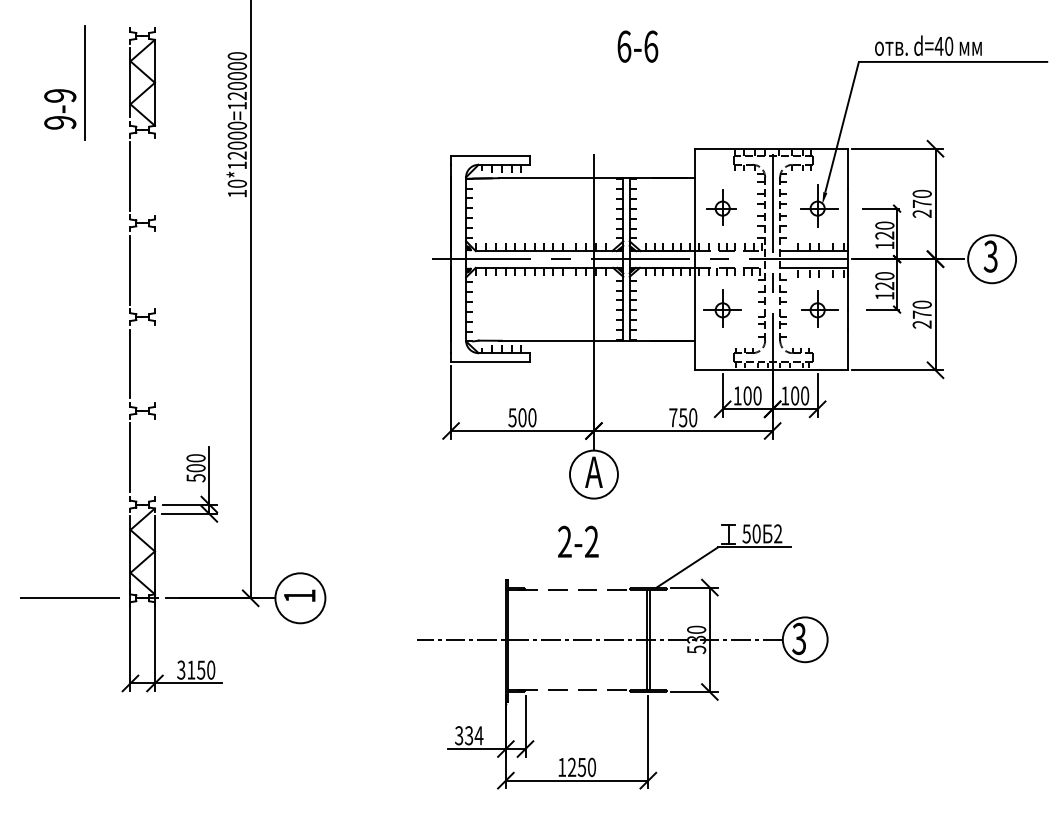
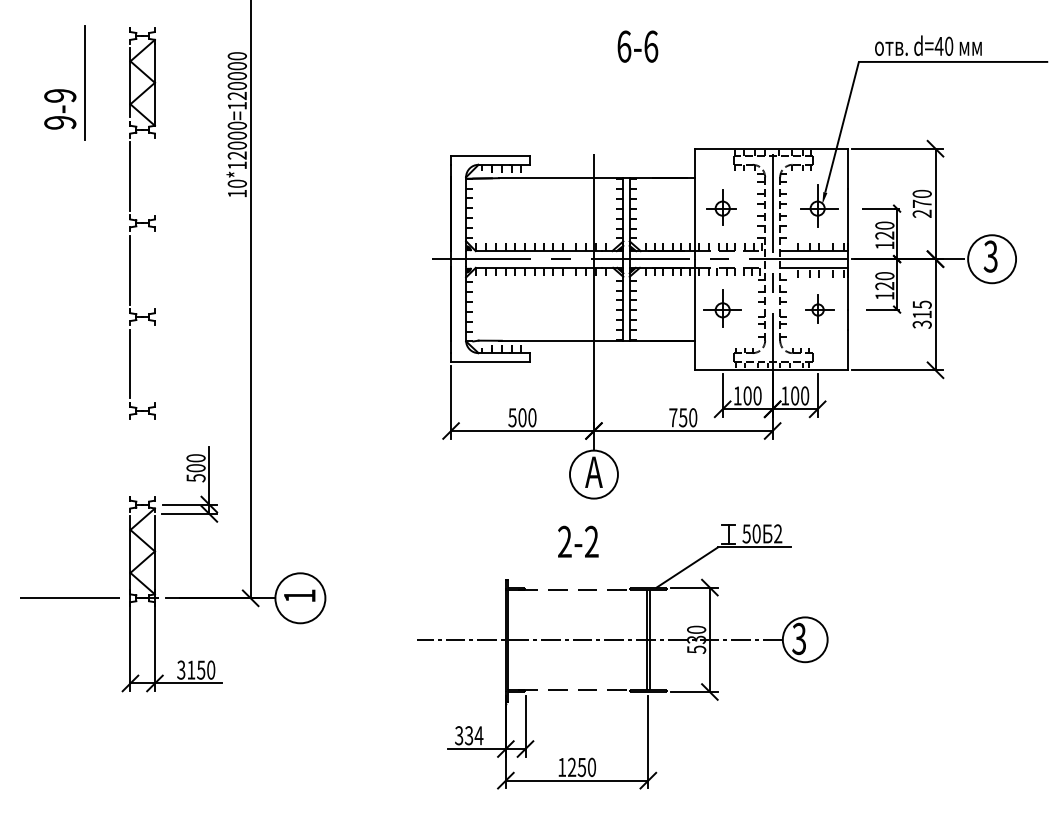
part at (819, 308) size: 38x38 px -> 30x30 px
text at (921, 314): 270 -> 315
line at (130, 457): present -> none
